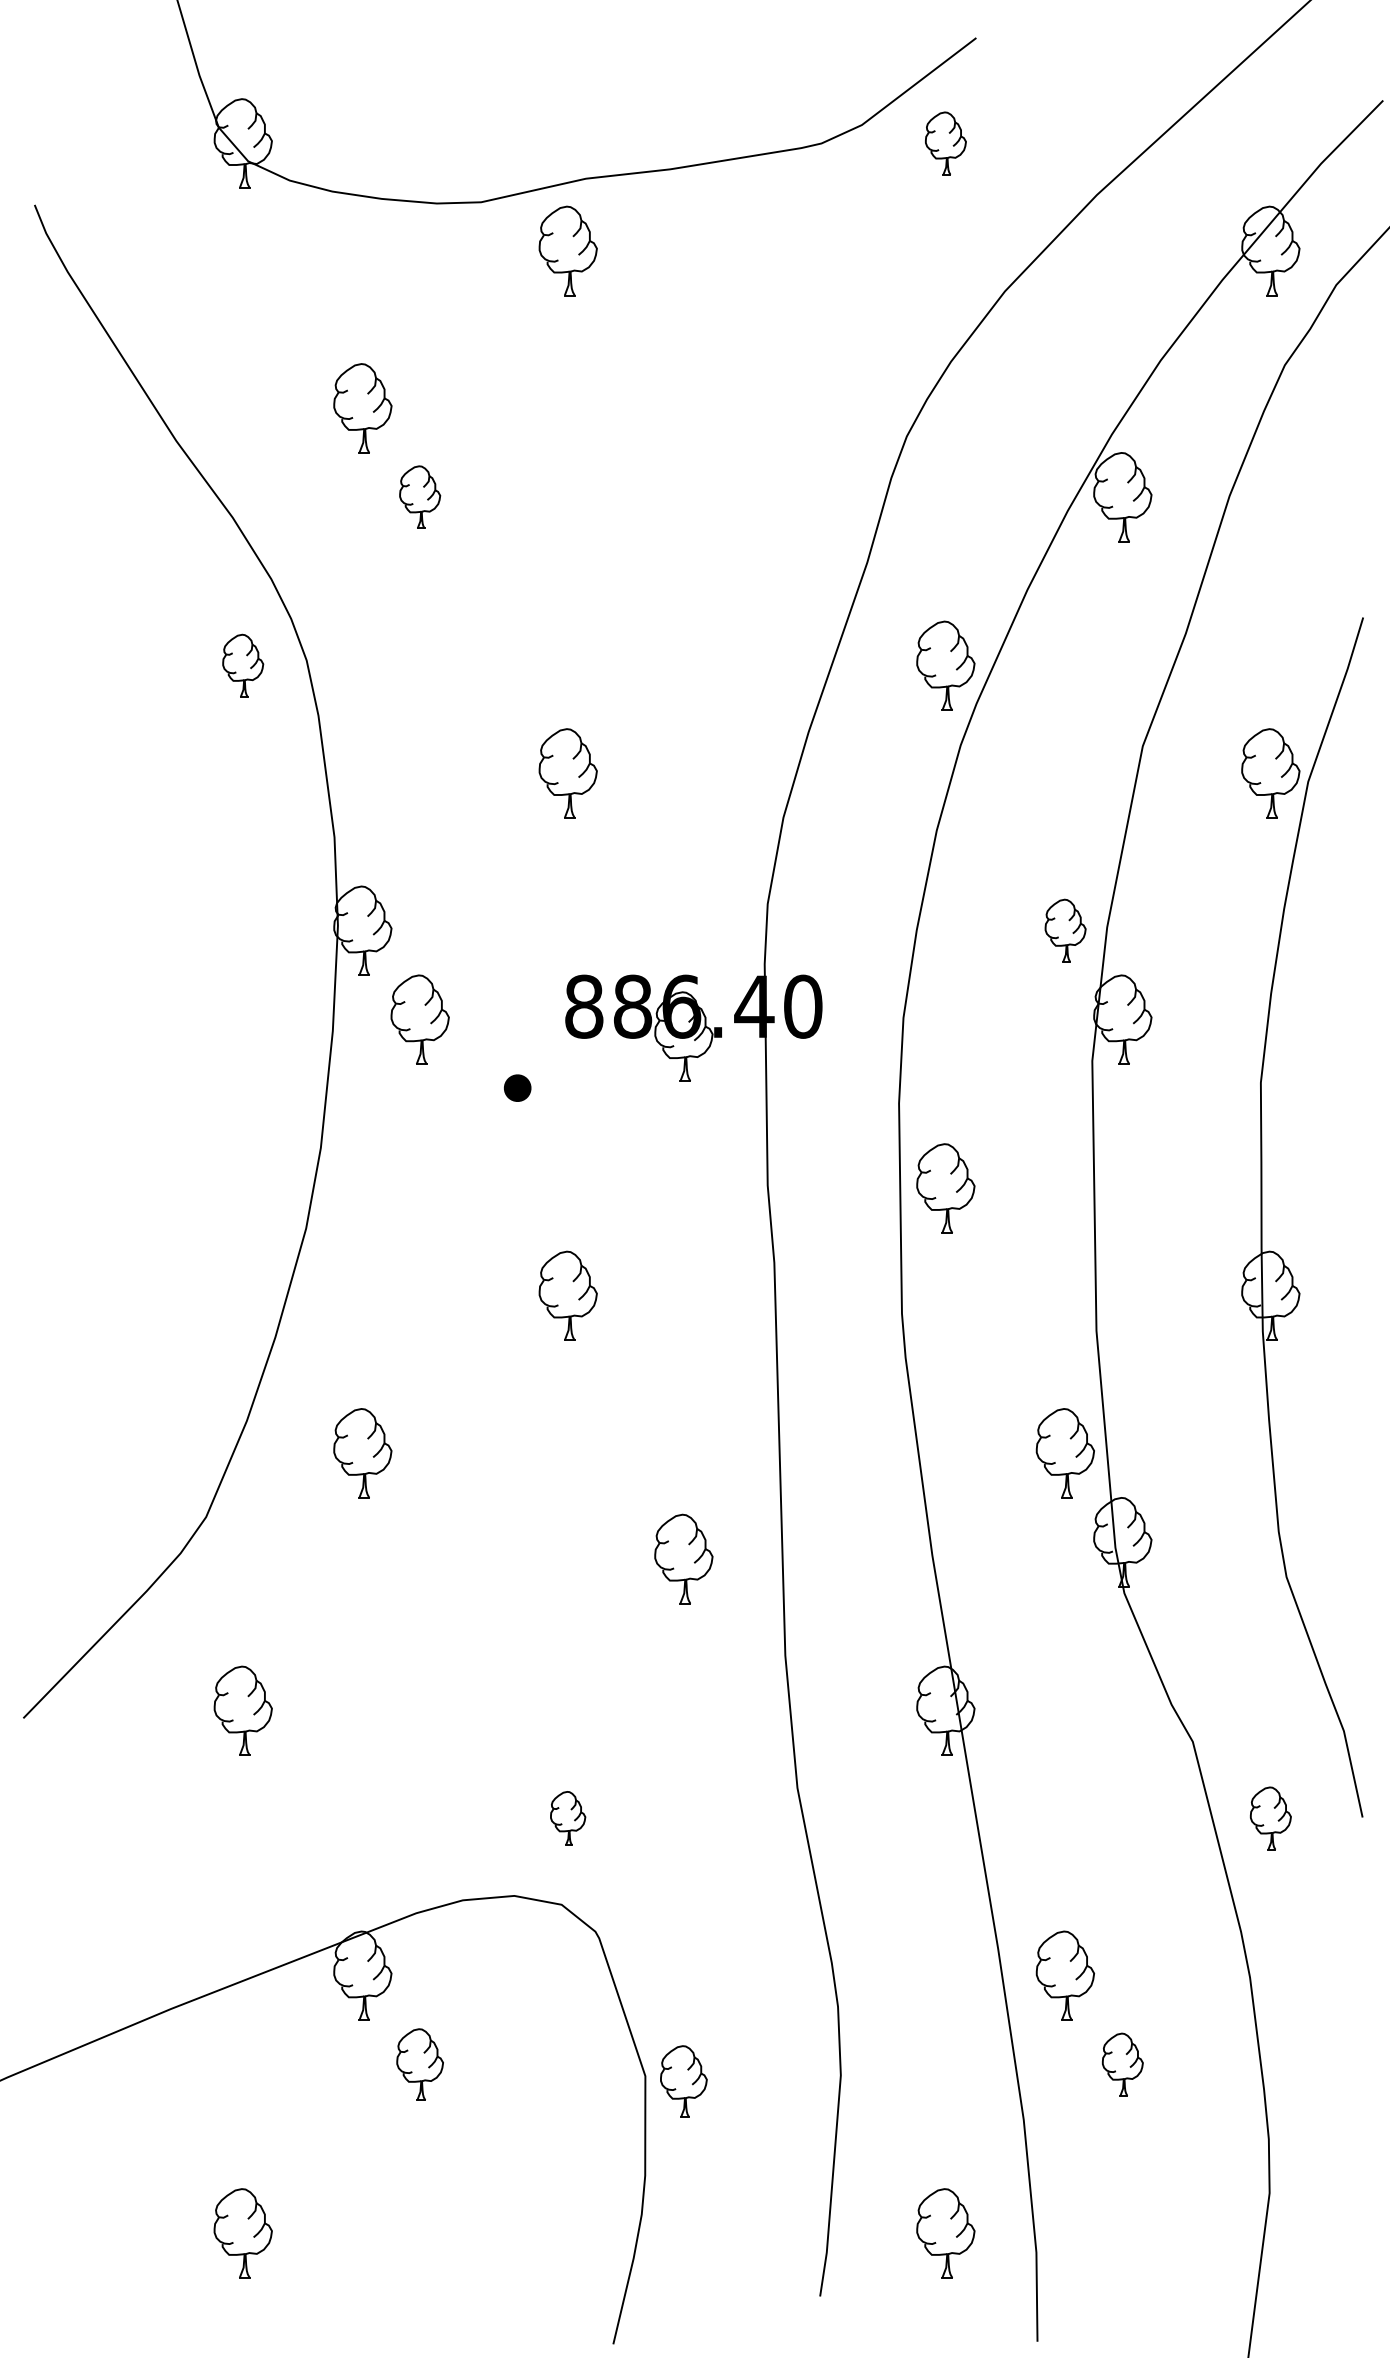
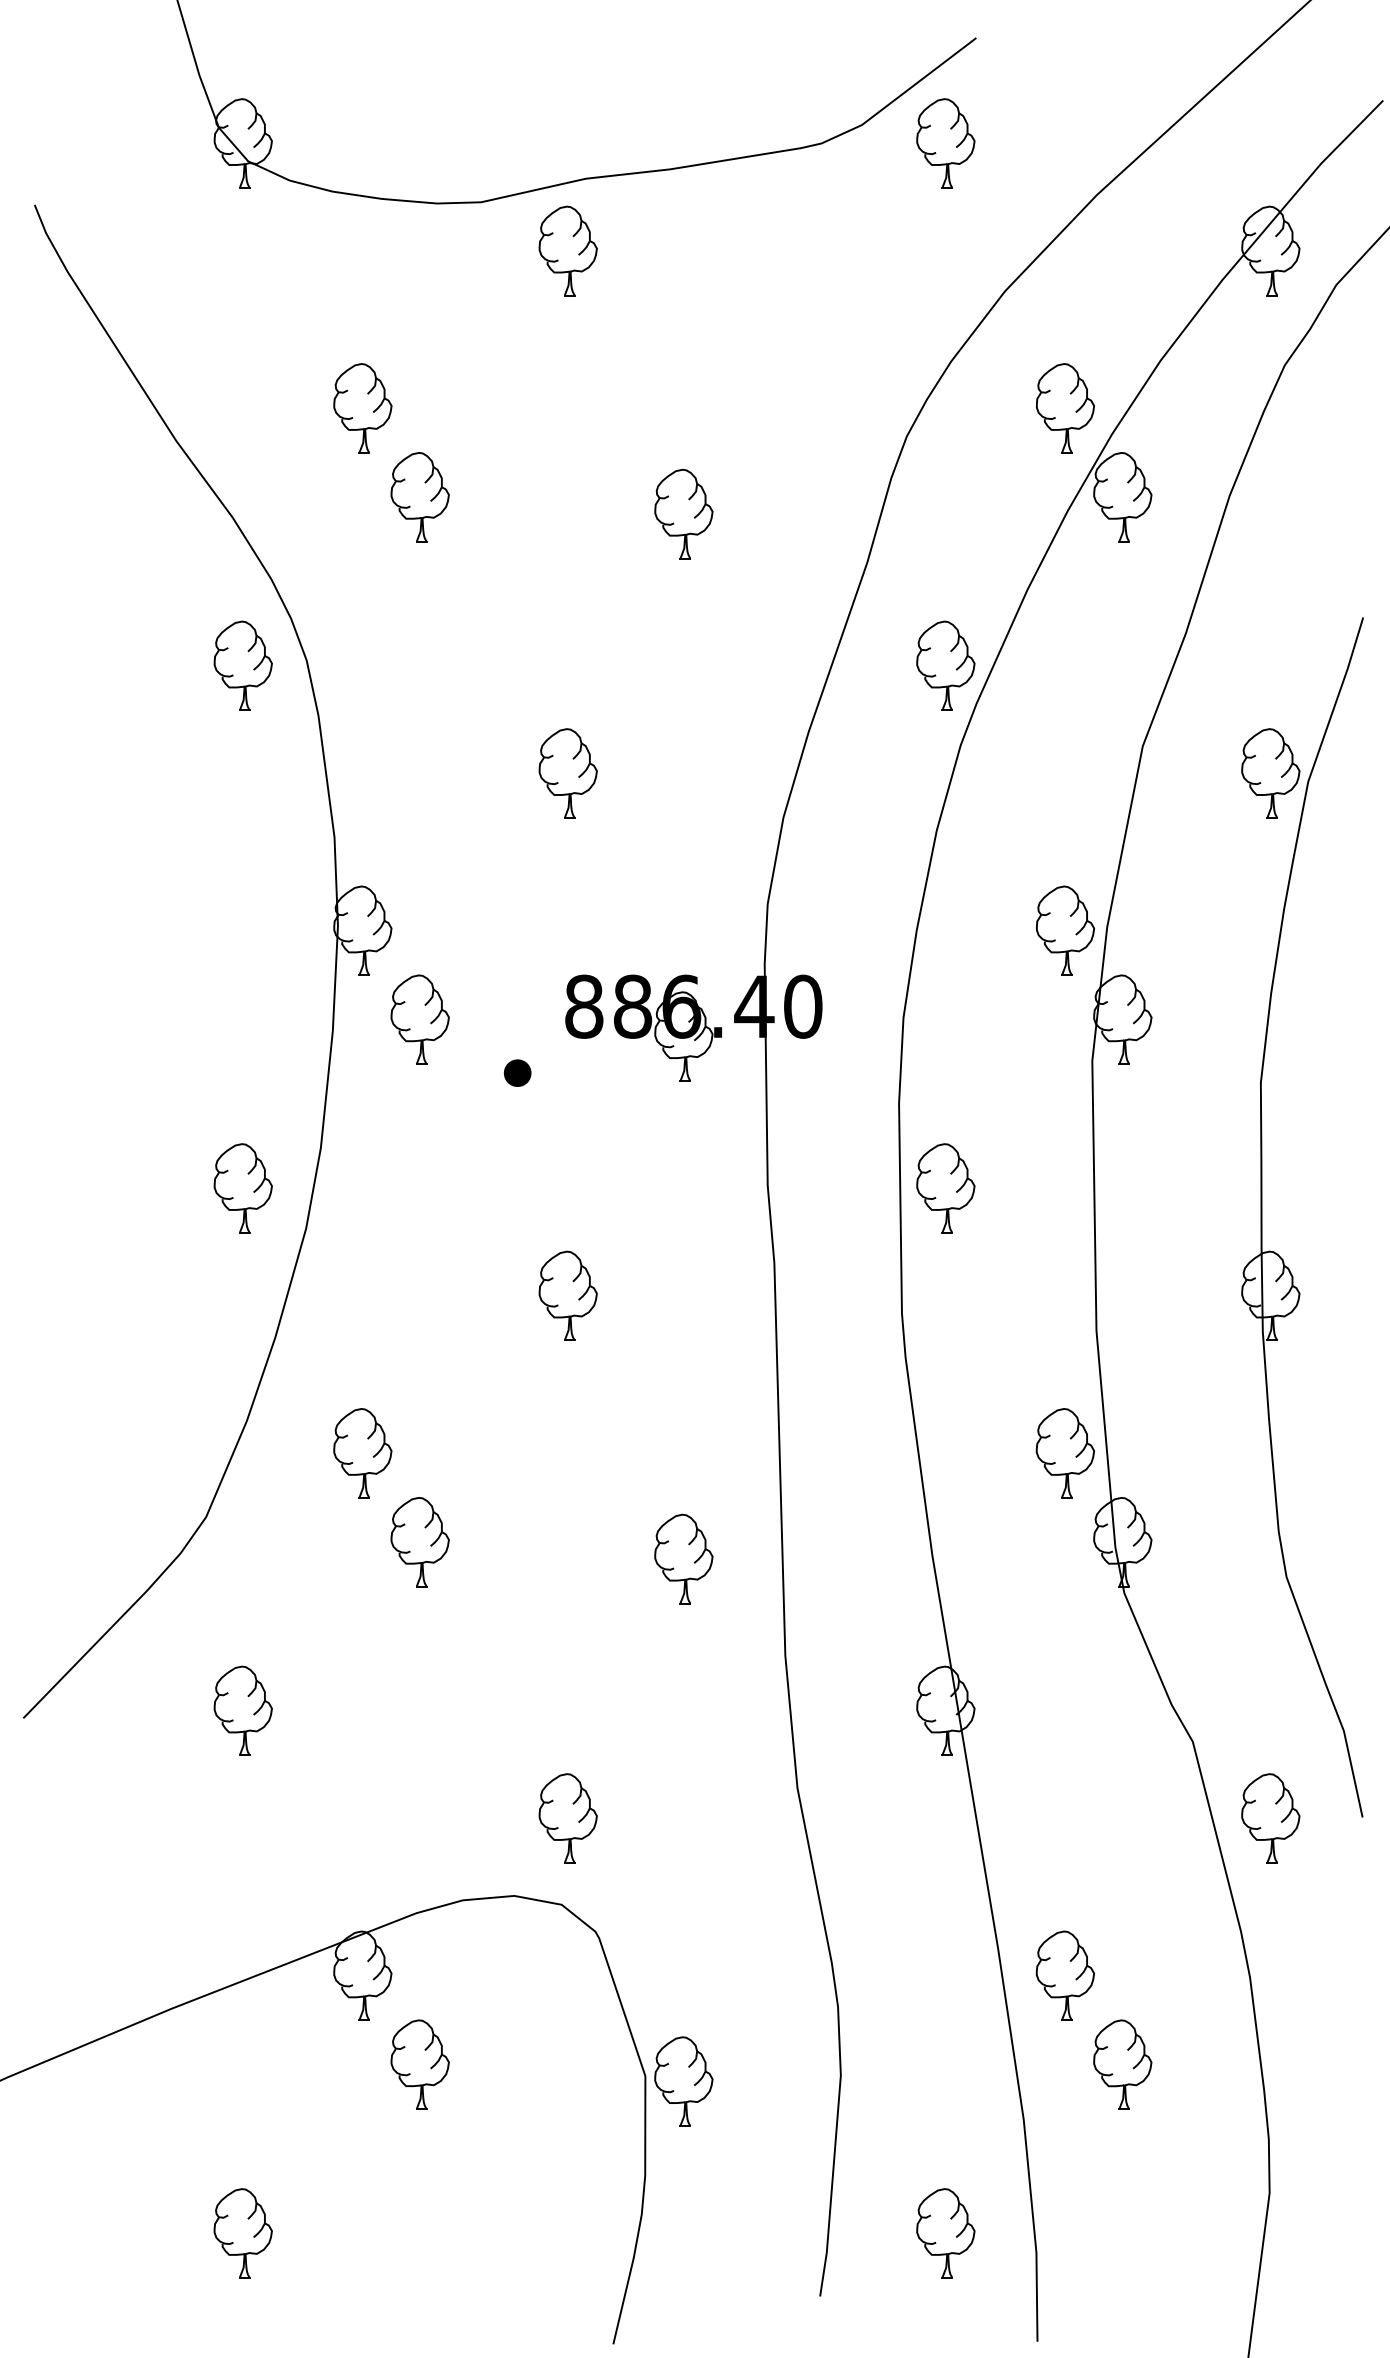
part at (945, 143) size: 42x65 px -> 60x91 px
part at (1065, 408): none -> present
part at (420, 496) size: 43x64 px -> 60x91 px
part at (683, 513): none -> present
part at (243, 665) size: 43x65 px -> 60x91 px
part at (1065, 930) size: 43x65 px -> 60x91 px
part at (517, 1087) position: (517, 1087) -> (517, 1072)
part at (242, 1188): none -> present
part at (419, 1542): none -> present
part at (568, 1818) size: 37x55 px -> 60x91 px
part at (1270, 1818) size: 43x65 px -> 60x91 px
part at (419, 2064) size: 48x73 px -> 60x91 px
part at (1122, 2064) size: 43x65 px -> 60x91 px
part at (683, 2081) size: 48x73 px -> 60x91 px
